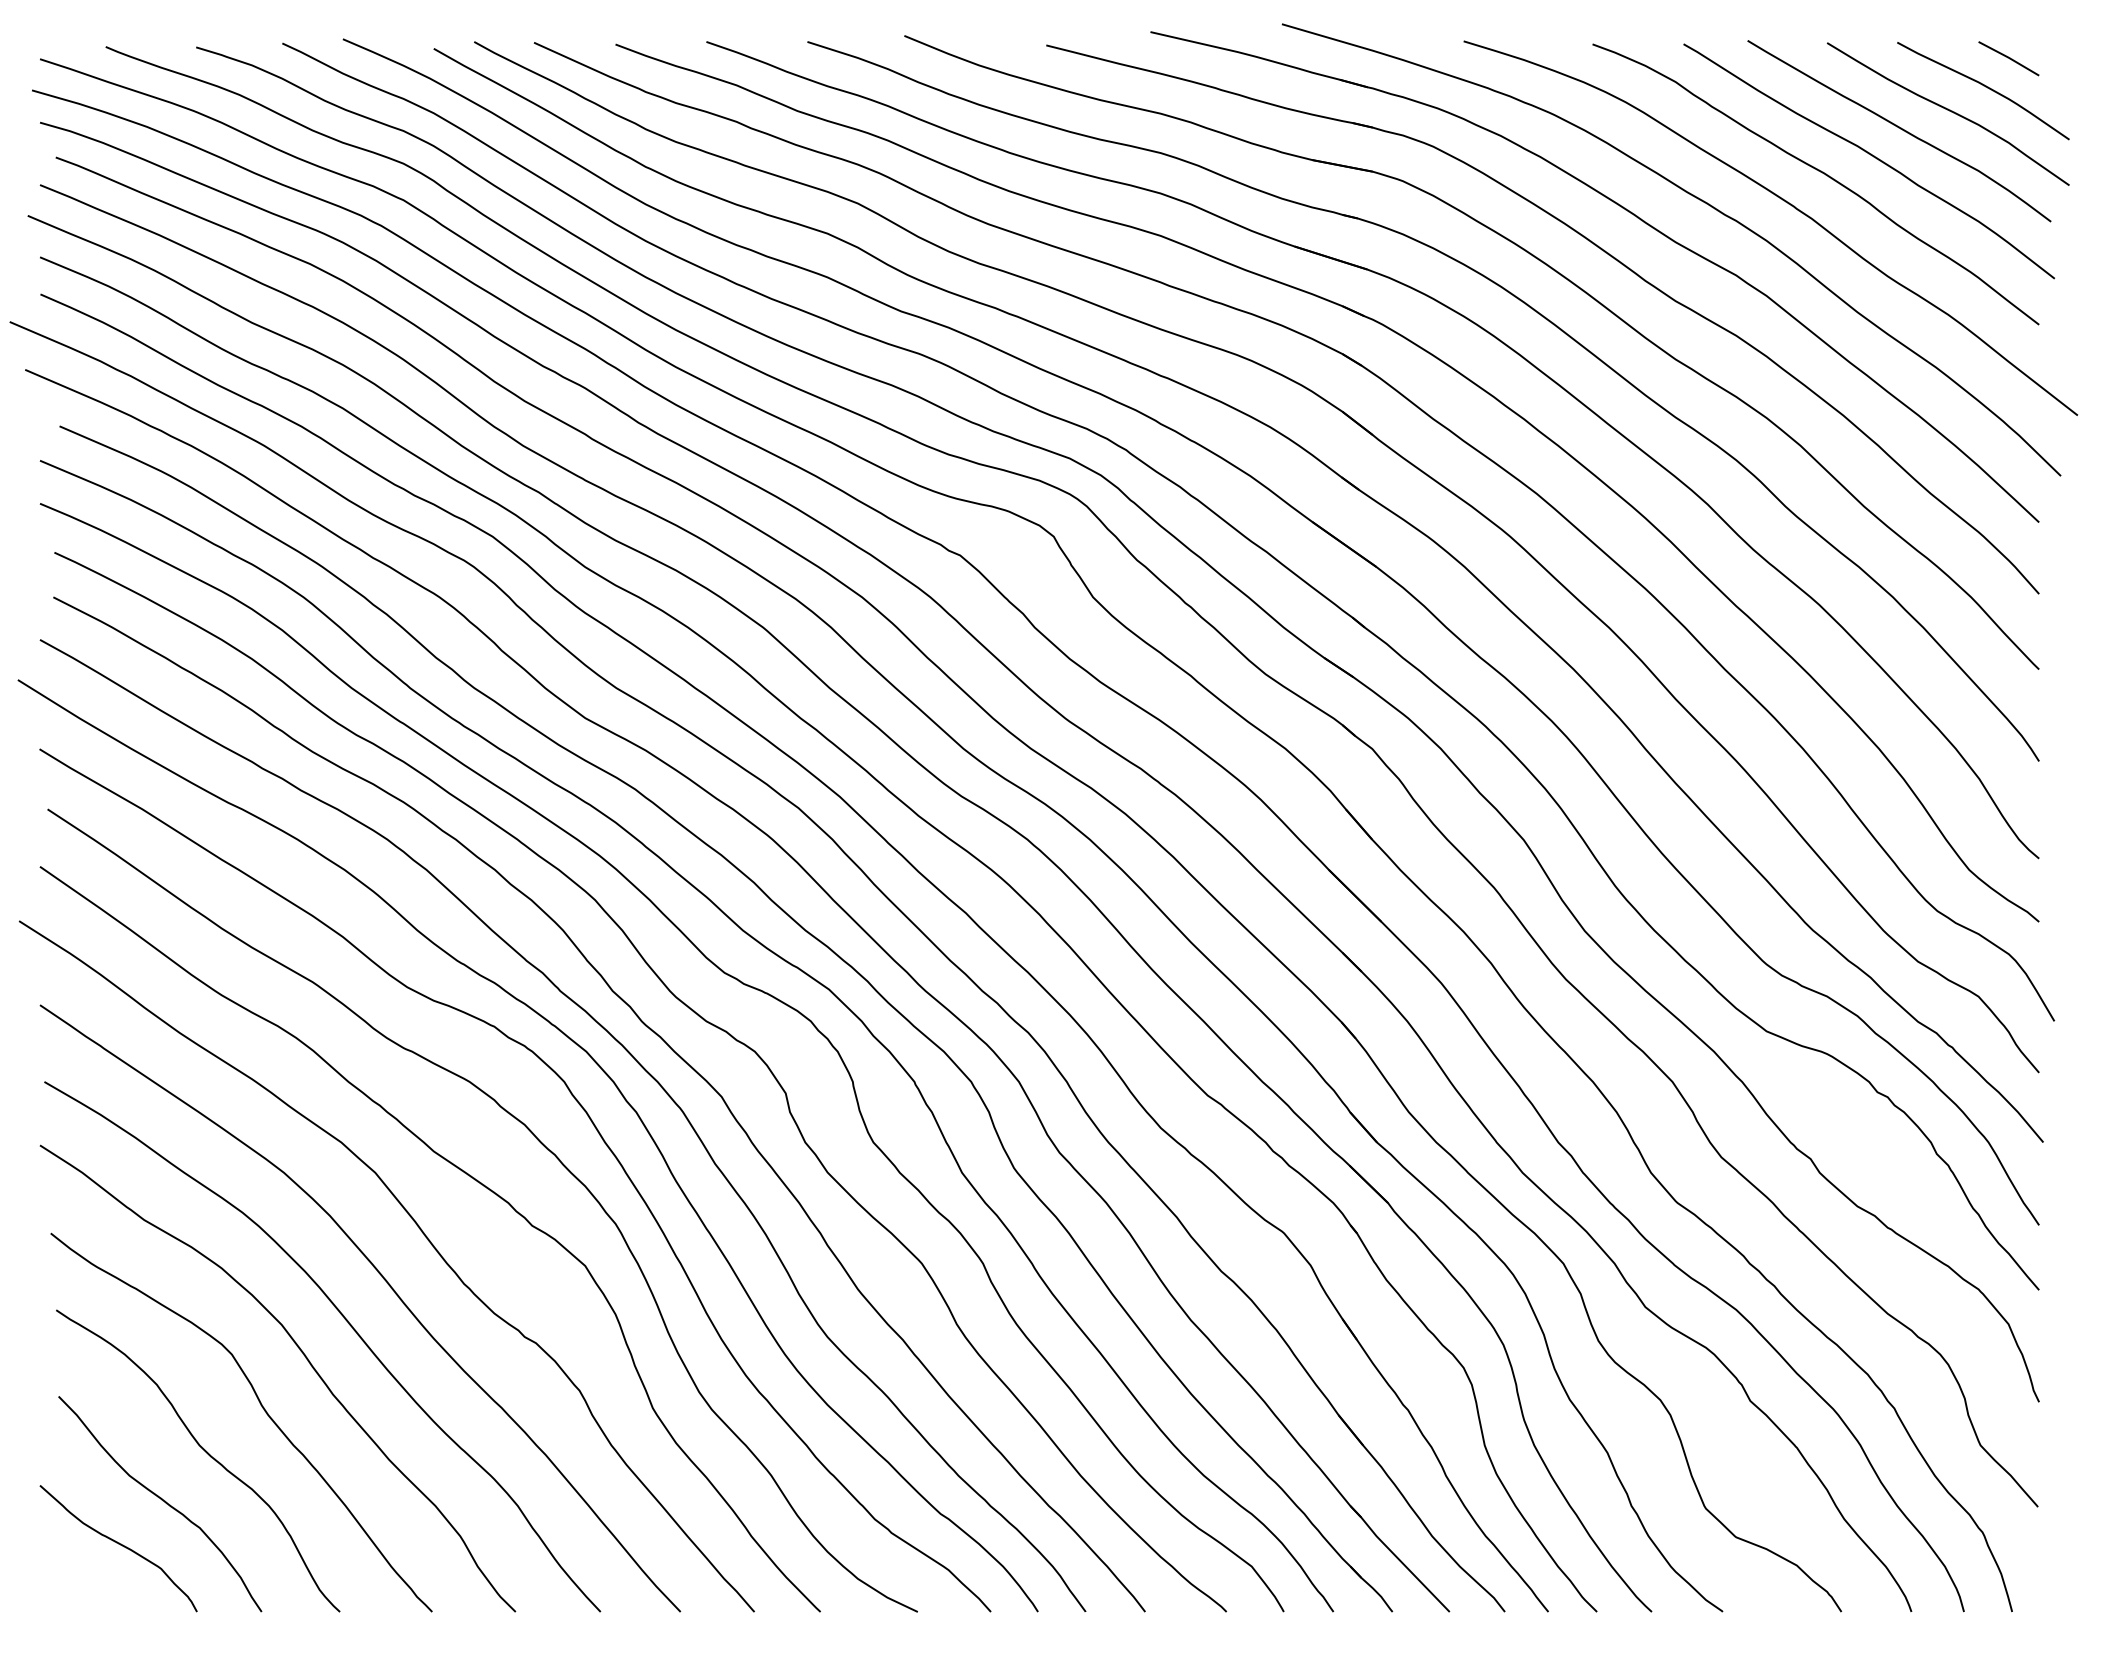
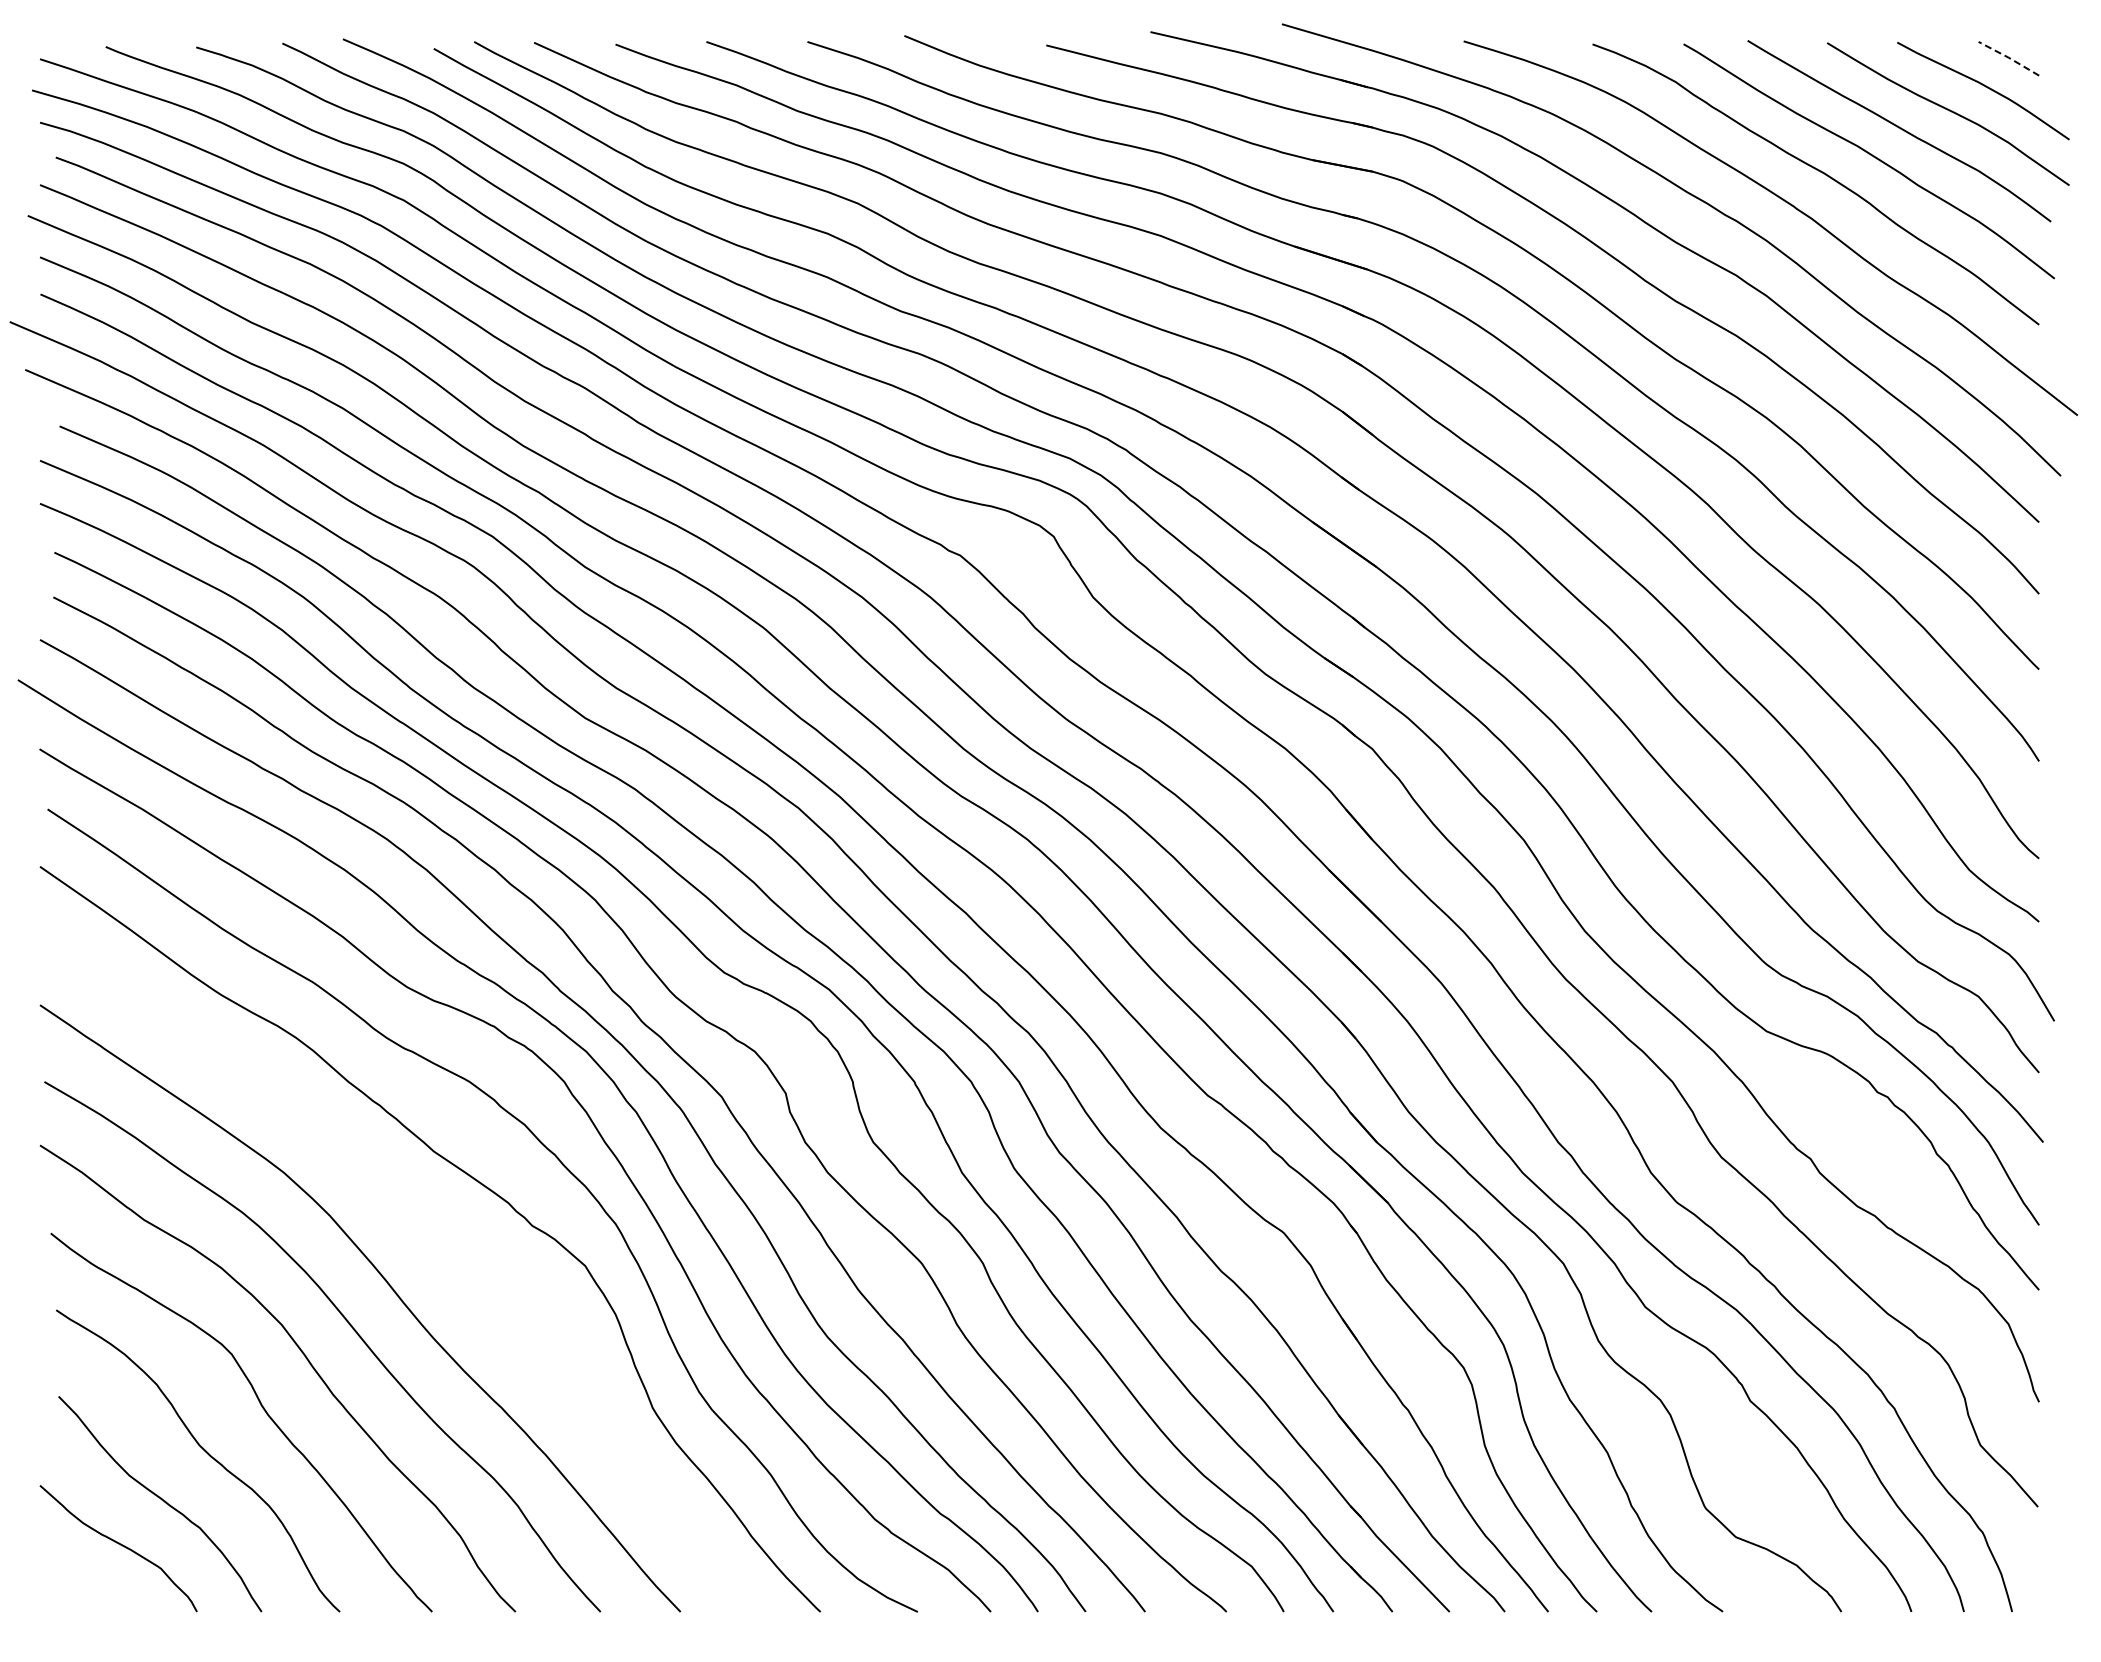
line at (2008, 57): solid -> dashed
curve at (424, 1236): present -> none
